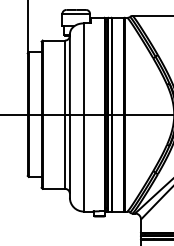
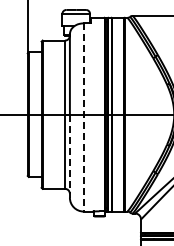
line at (83, 117): solid -> dashed
line at (69, 156): solid -> dashed
